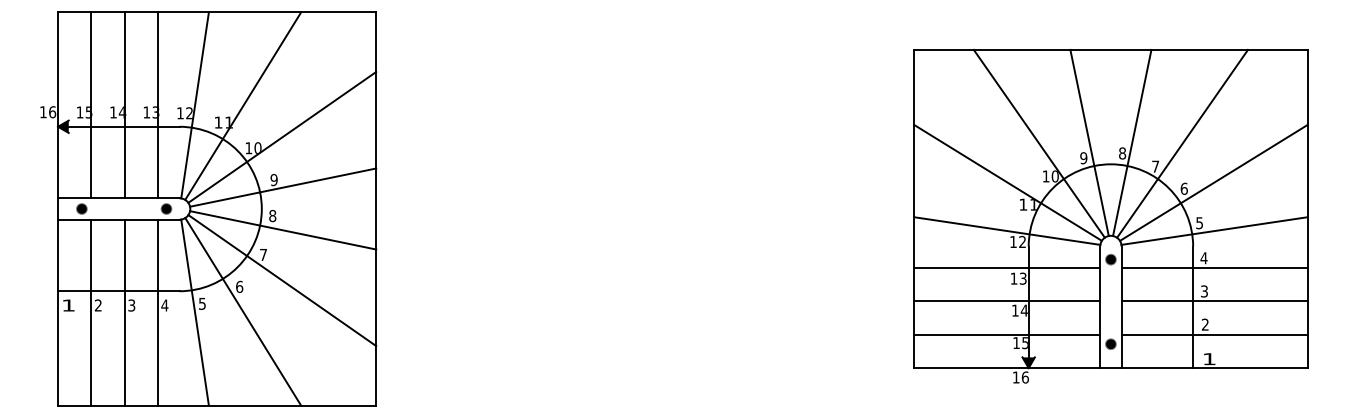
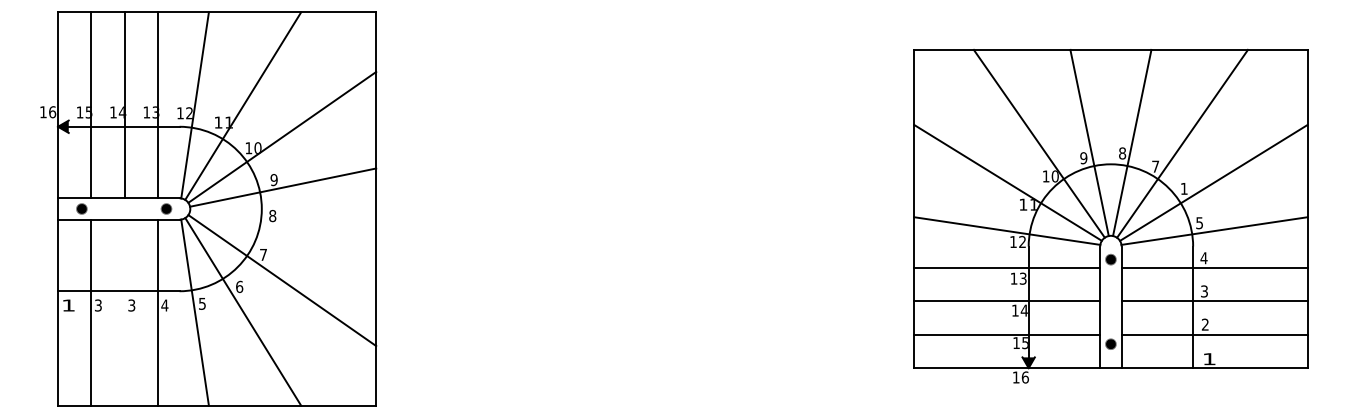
text at (1183, 188): 6 -> 1
line at (283, 230): present -> none
text at (98, 305): 2 -> 3
line at (124, 312): present -> none
